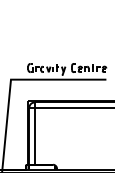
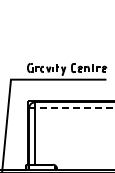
line at (72, 107): solid -> dashed
